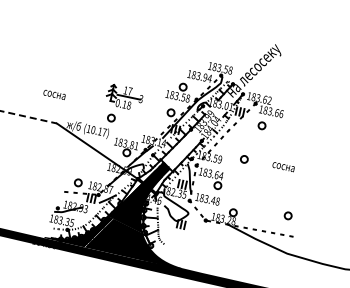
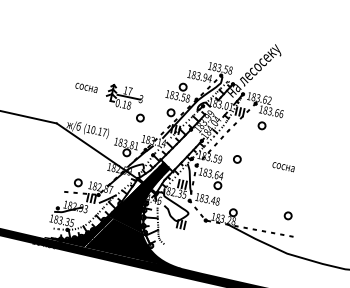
text at (54, 94) position: (54, 94) -> (86, 87)
line at (28, 117): dashed -> solid
part at (111, 117) position: (111, 117) -> (140, 117)
part at (244, 159) position: (244, 159) -> (237, 159)
